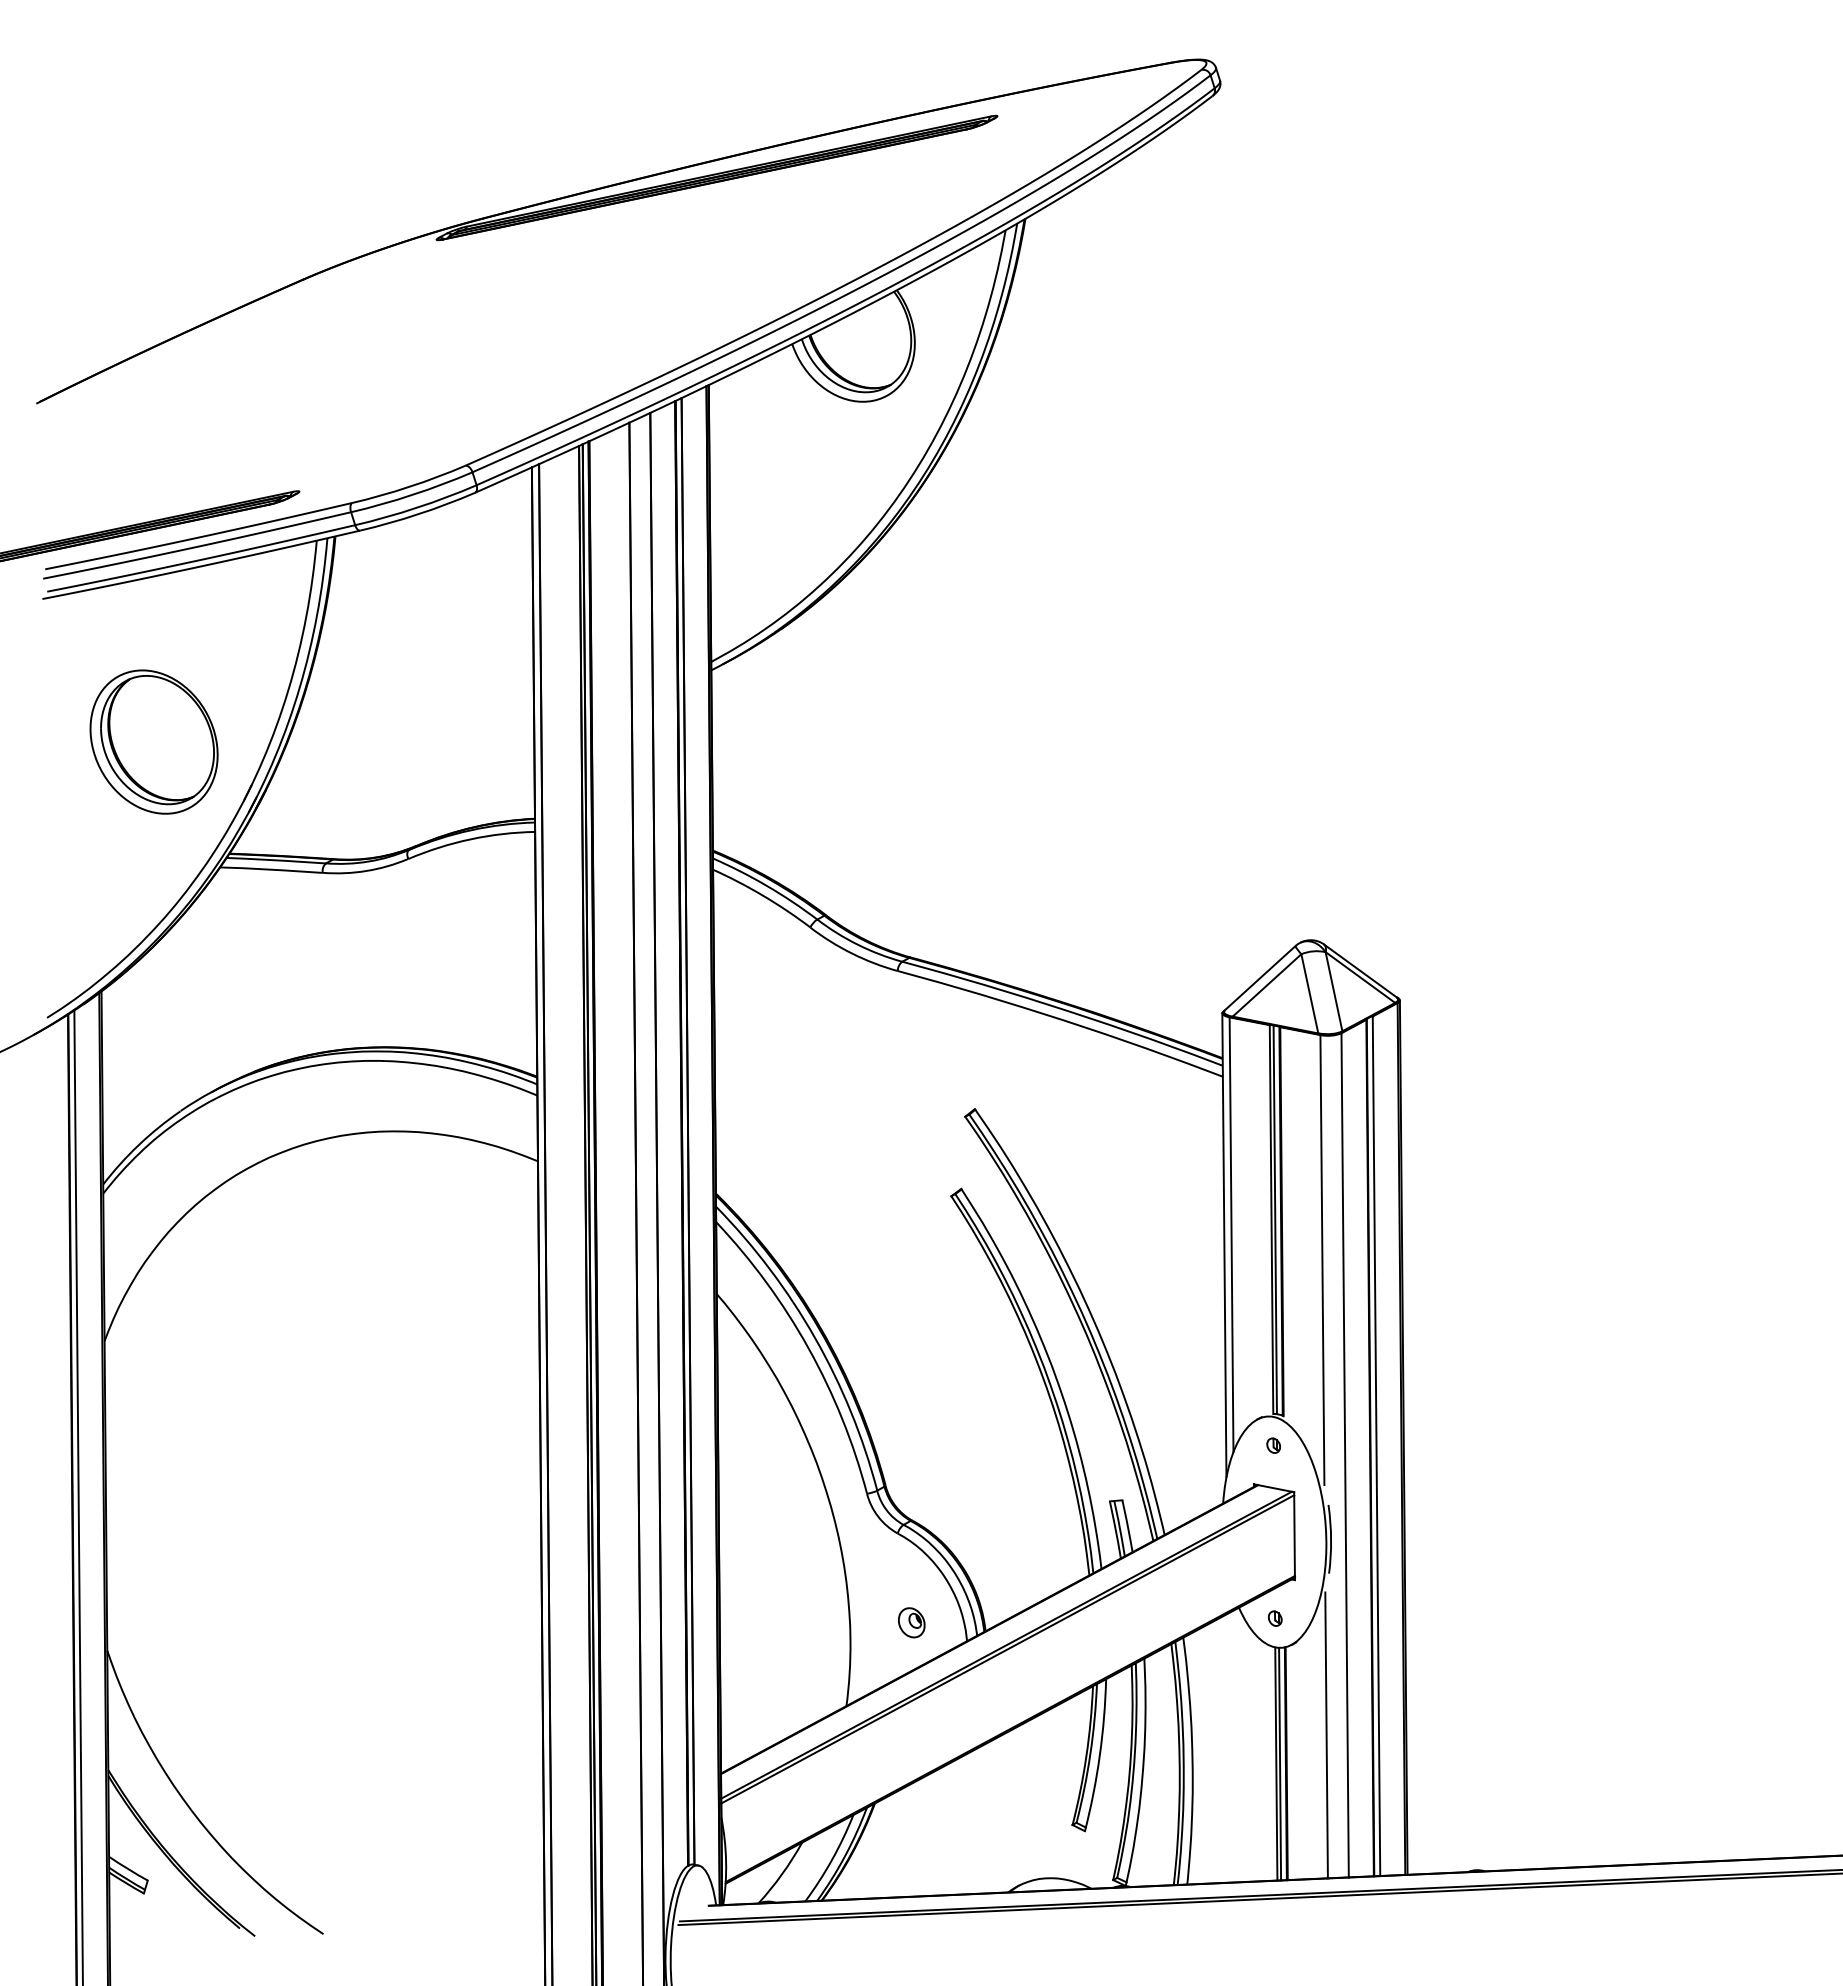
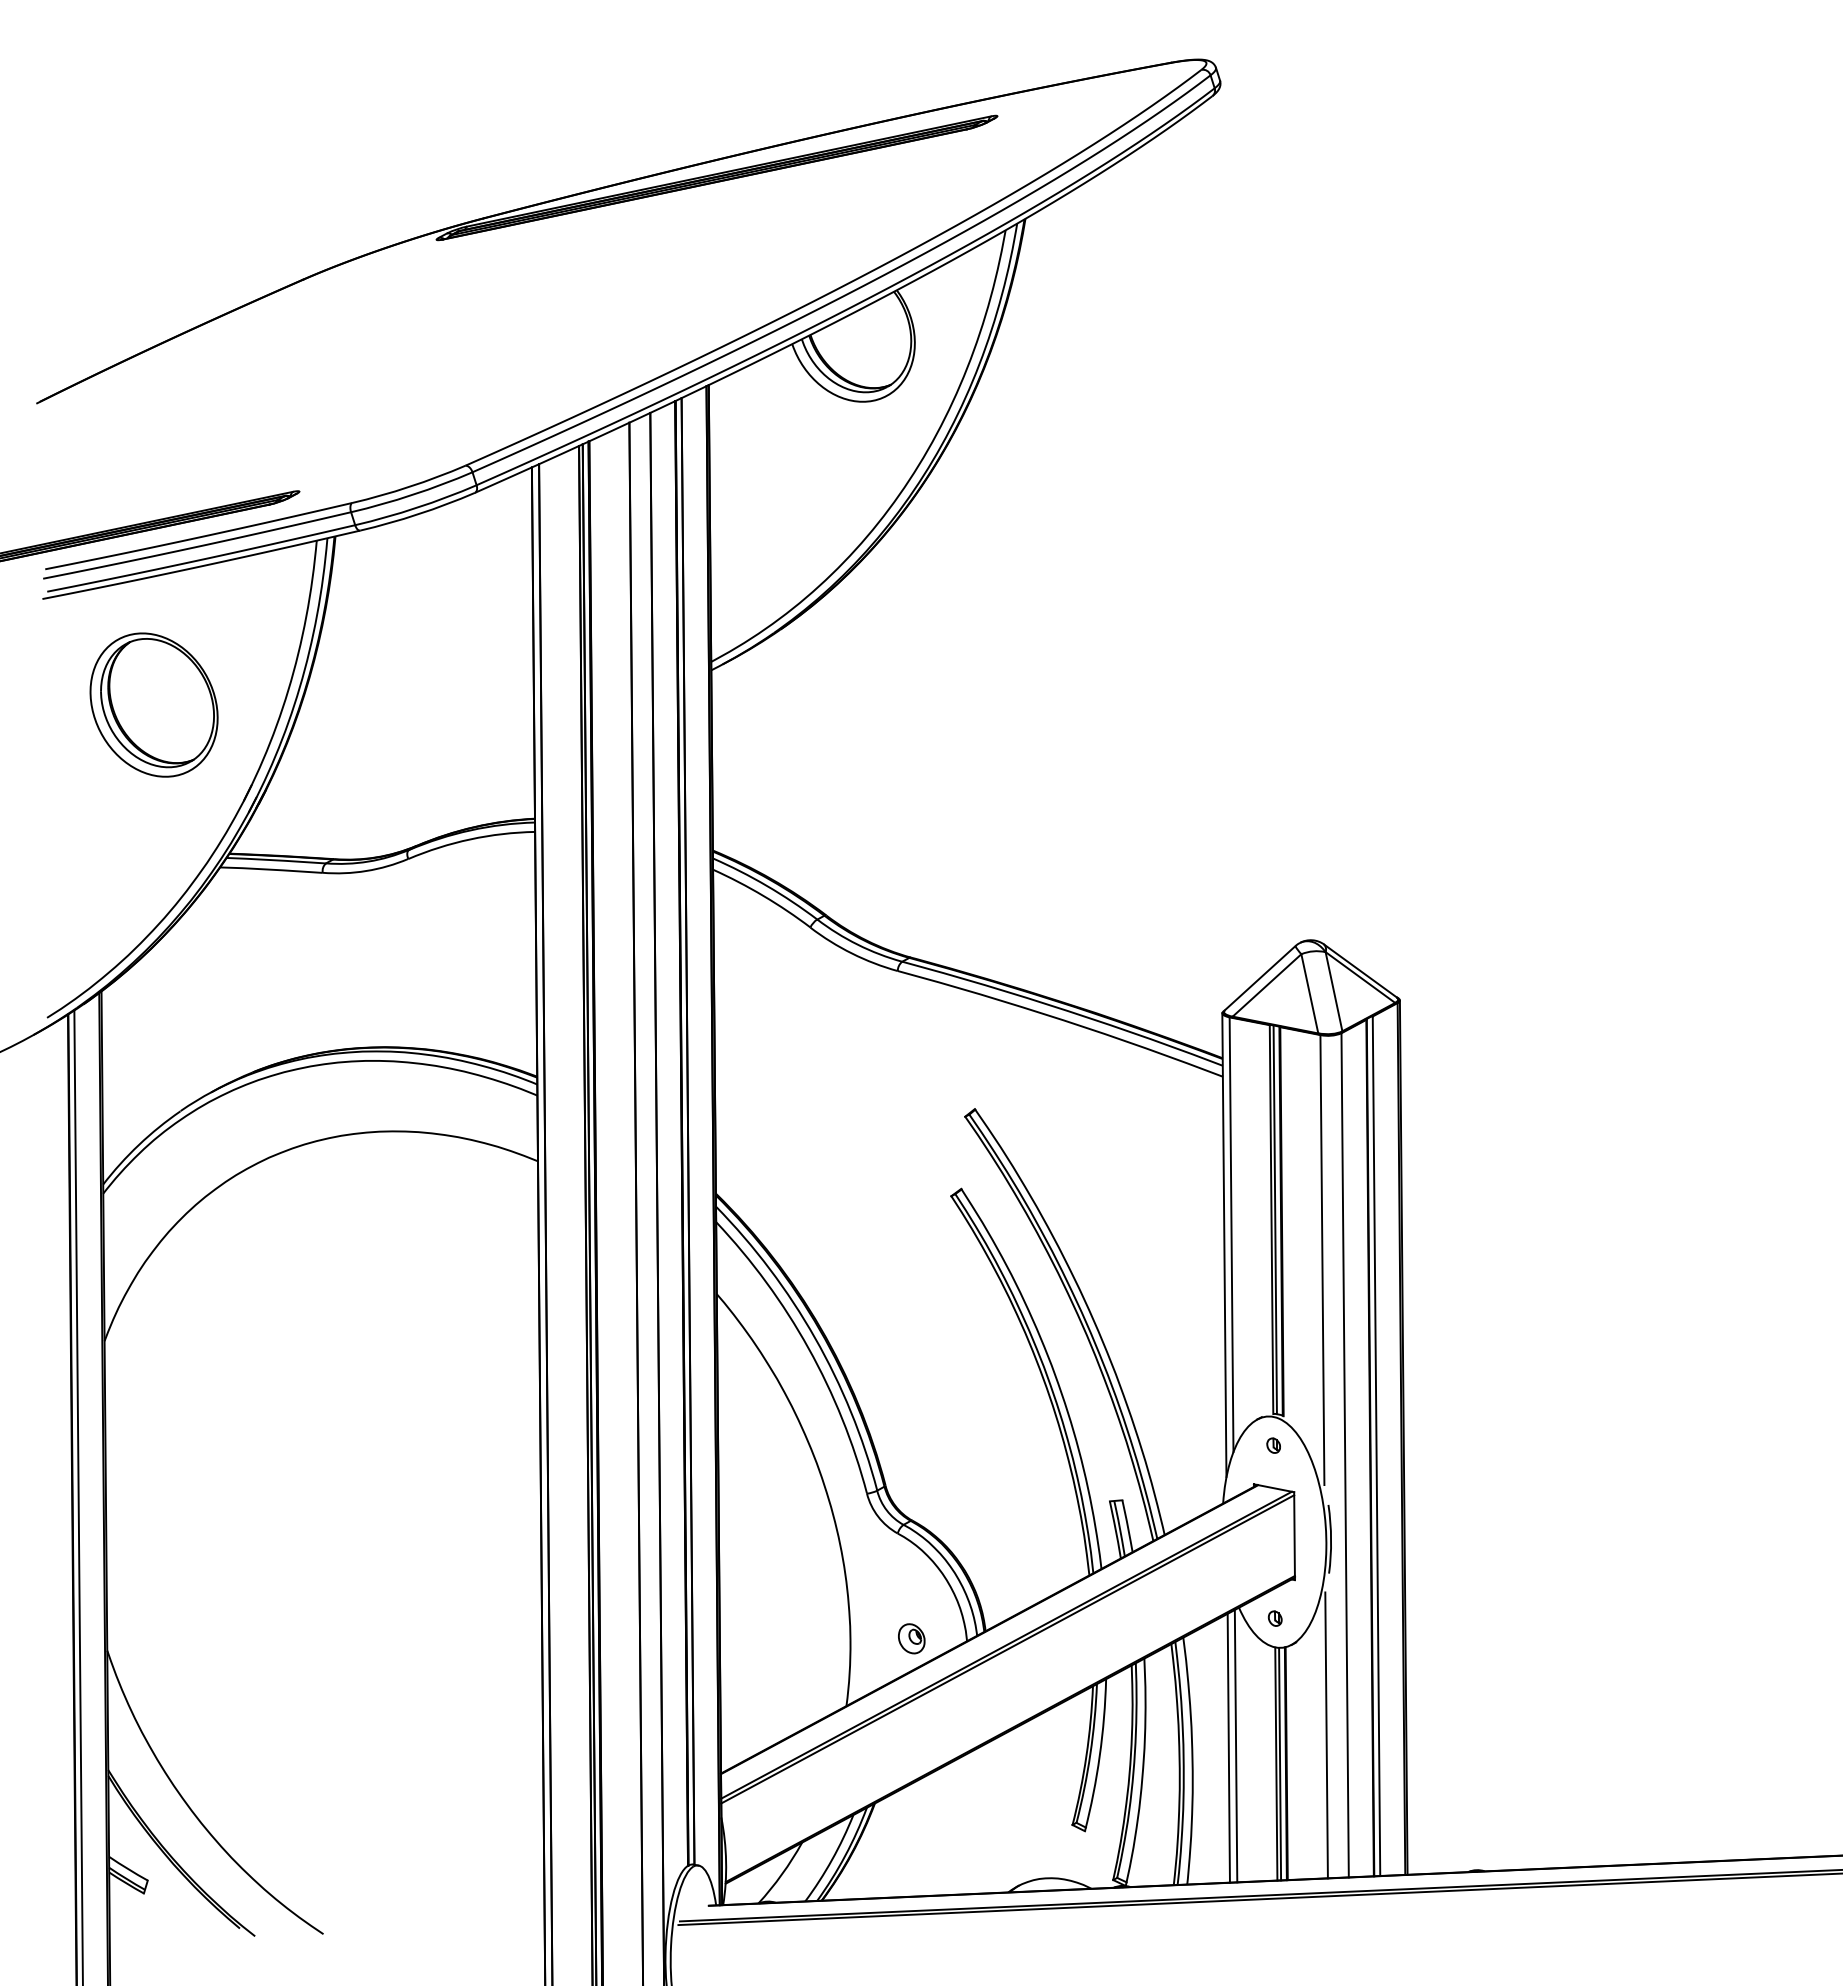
part at (153, 741) position: (153, 741) -> (153, 704)
part at (911, 1622) position: (911, 1622) -> (911, 1638)
line at (1235, 1745): none -> present
line at (1228, 1747): none -> present
